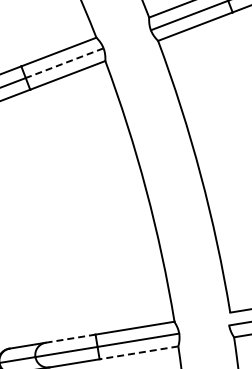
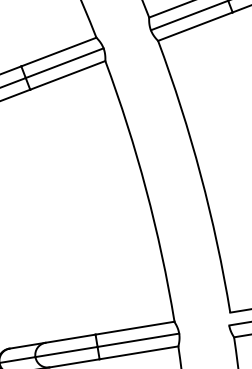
line at (64, 63): dashed -> solid
line at (71, 338): dashed -> solid
line at (138, 352): dashed -> solid
